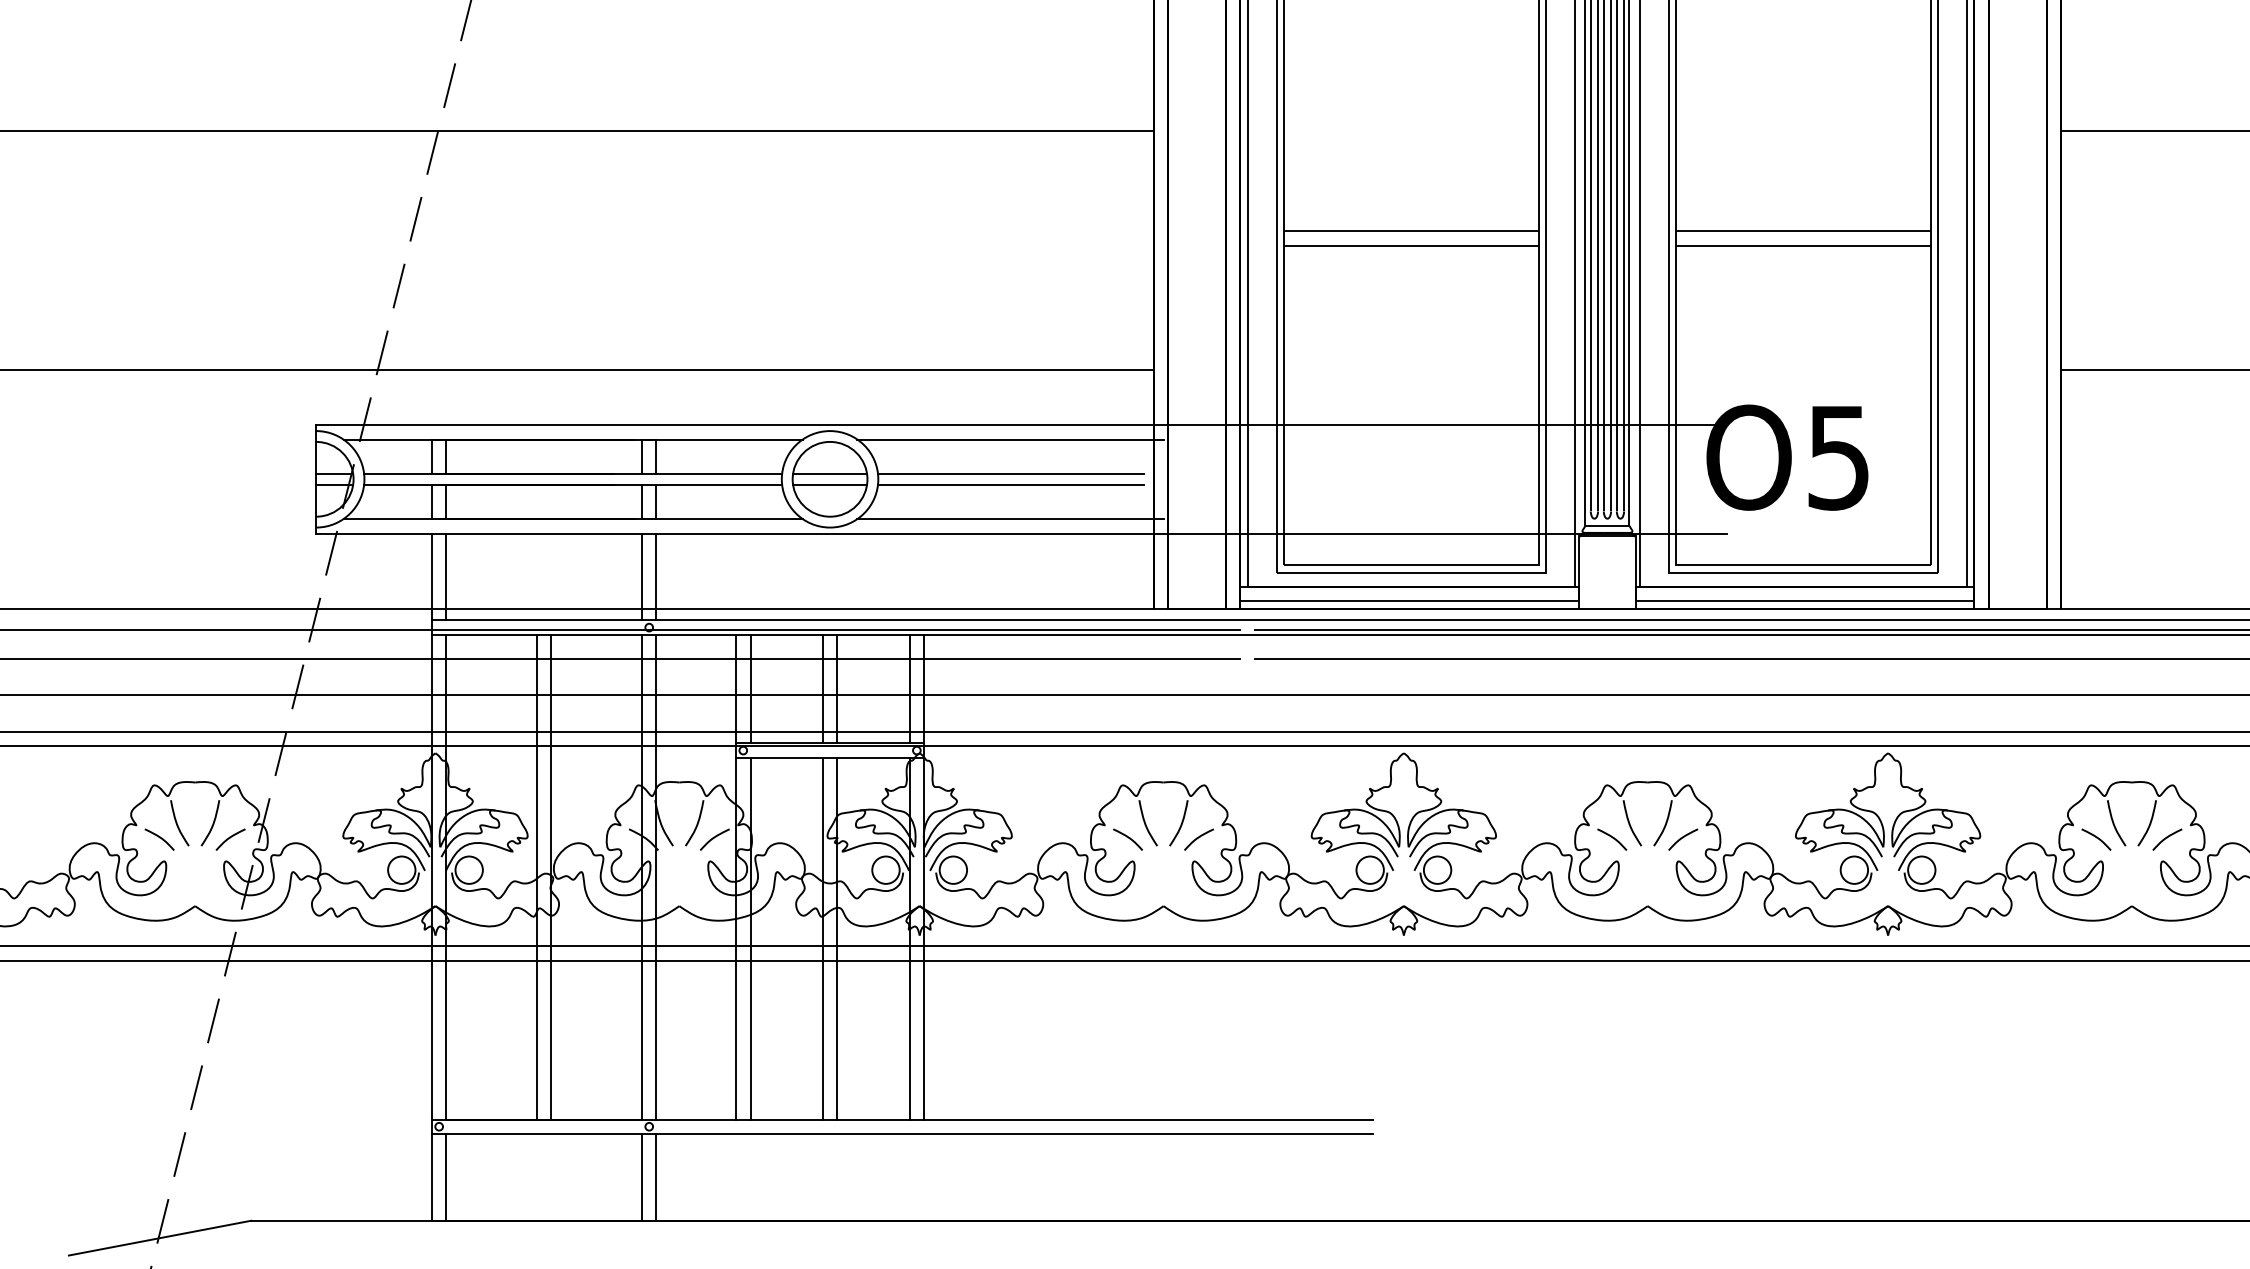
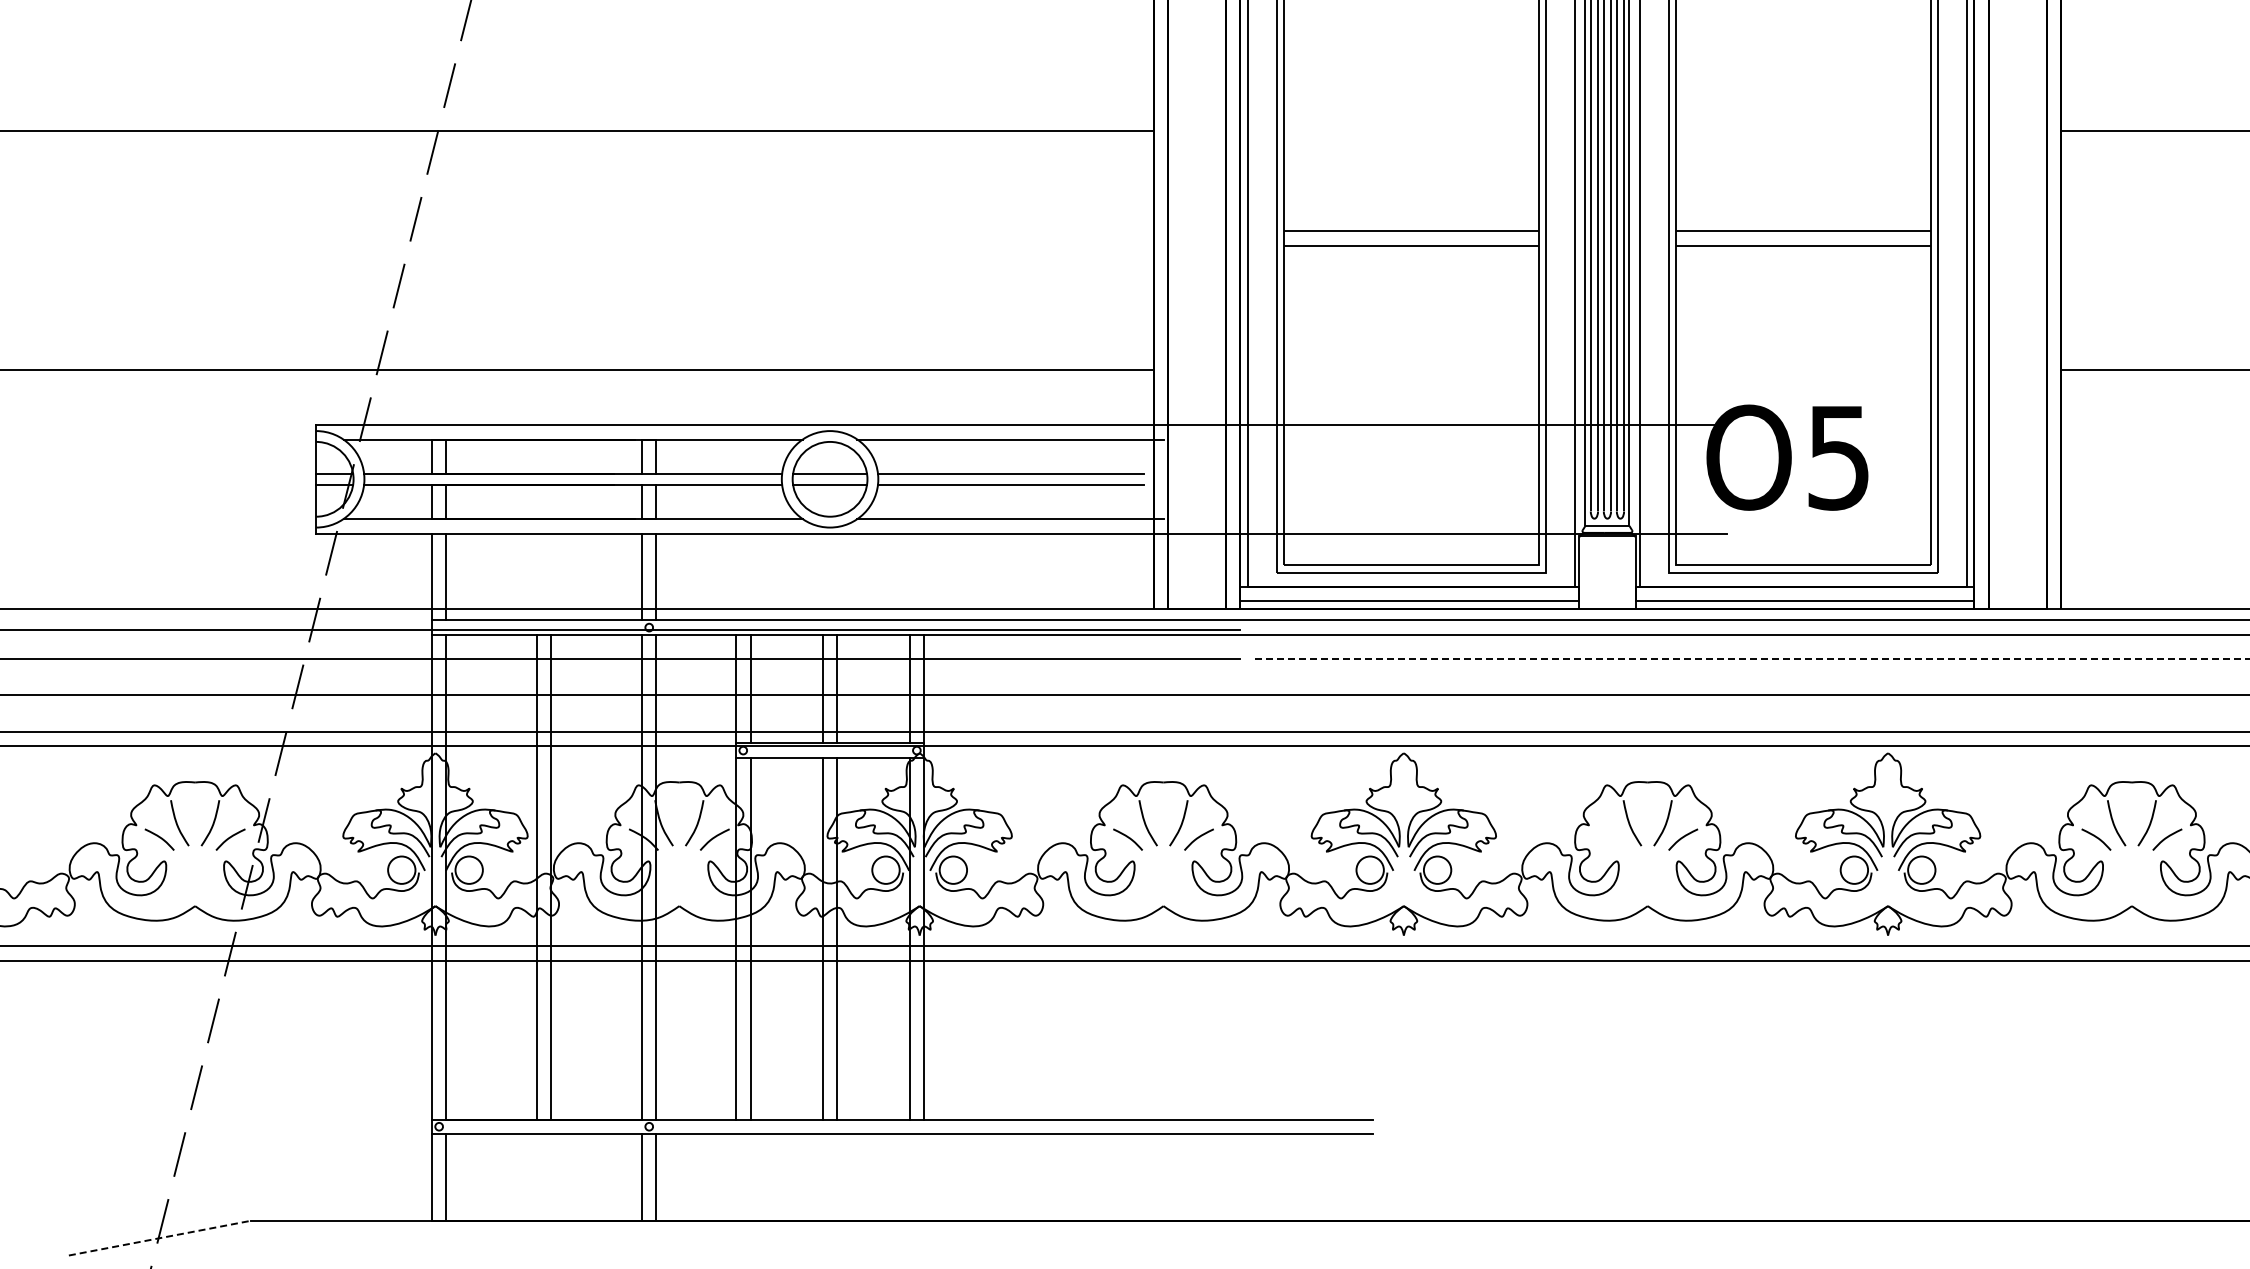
line at (1750, 630): present -> none
line at (1752, 659): solid -> dashed
curve at (1612, 838): present -> none
line at (160, 1238): solid -> dashed
